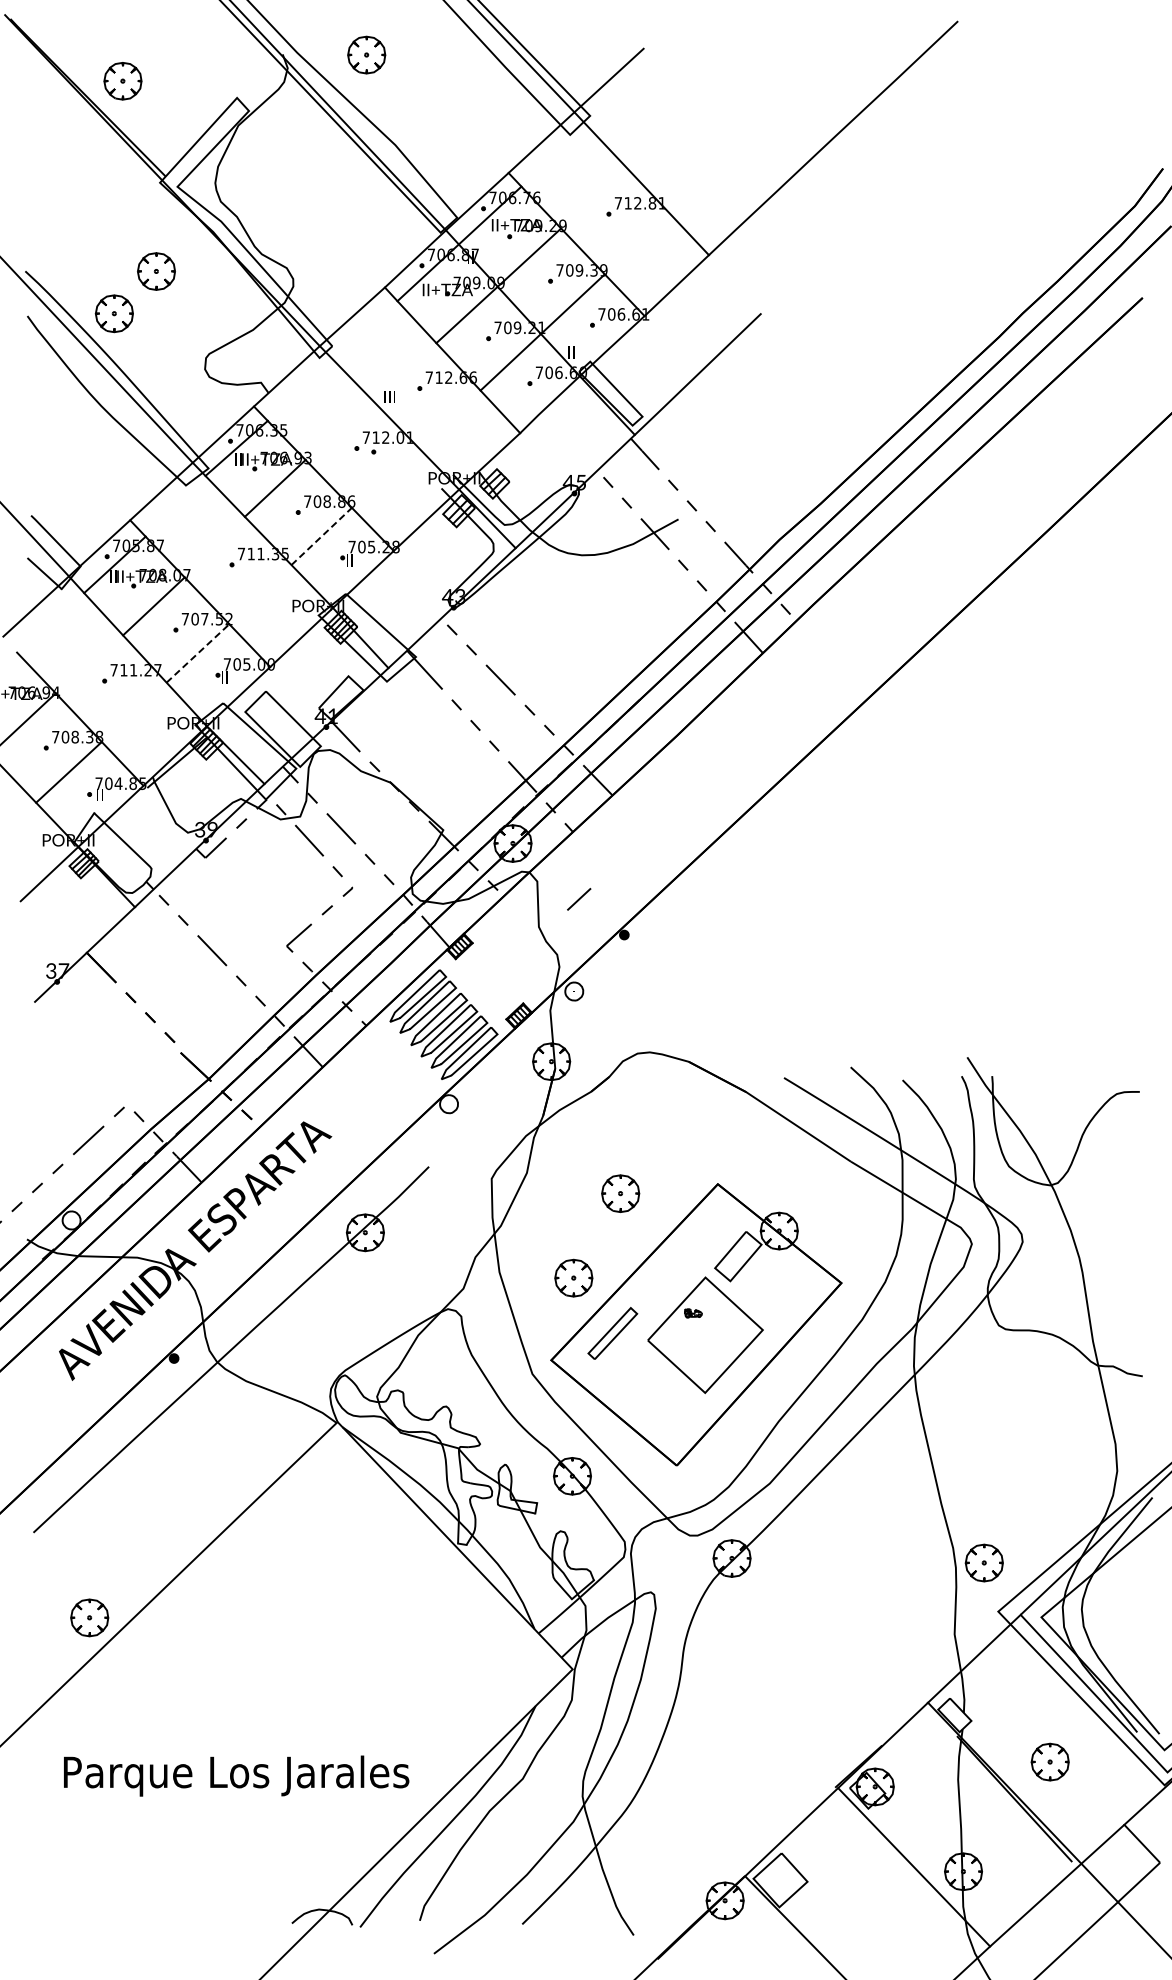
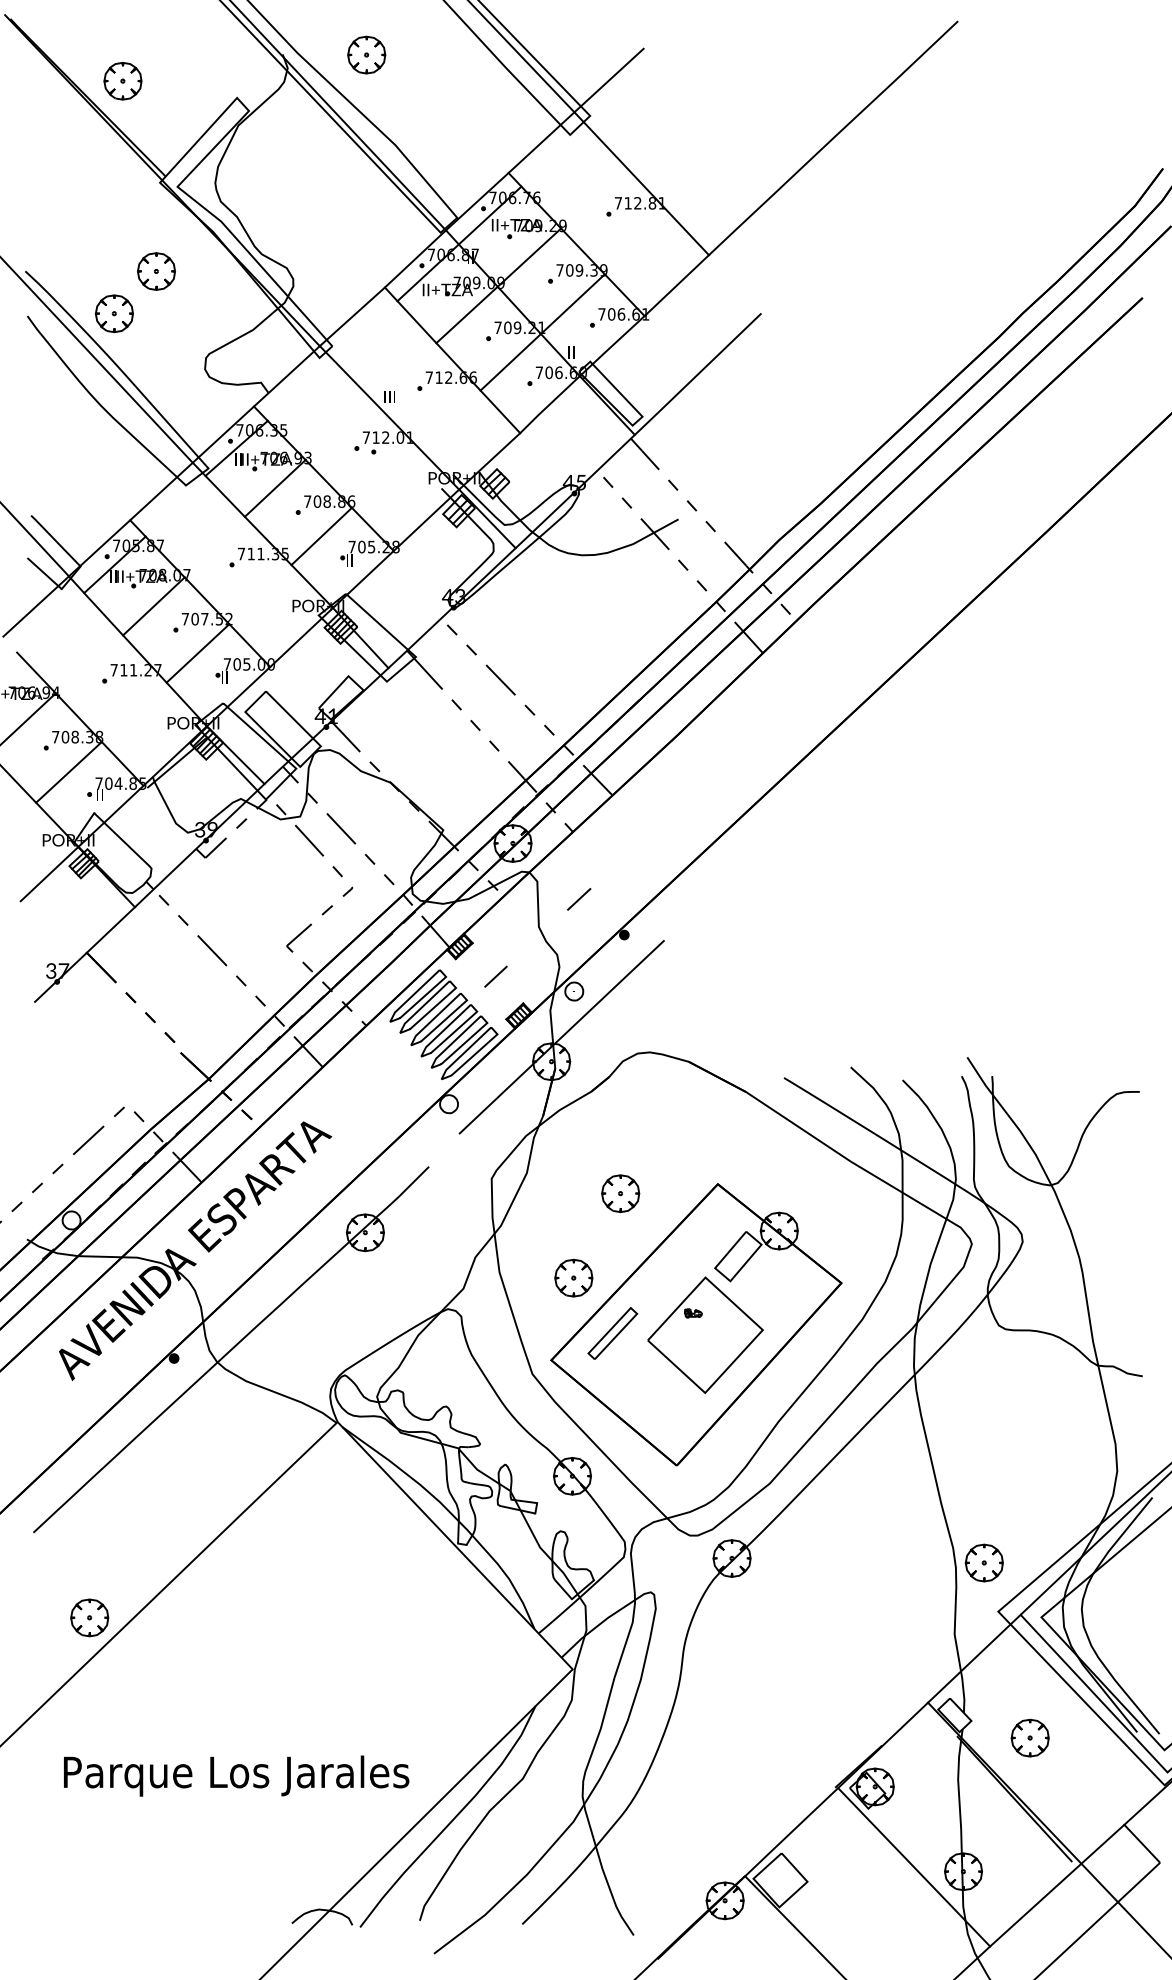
line at (321, 536): dashed -> solid
line at (198, 653): dashed -> solid
line at (495, 976): none -> present
line at (561, 1036): none -> present
part at (1049, 1761) position: (1049, 1761) -> (1029, 1737)
